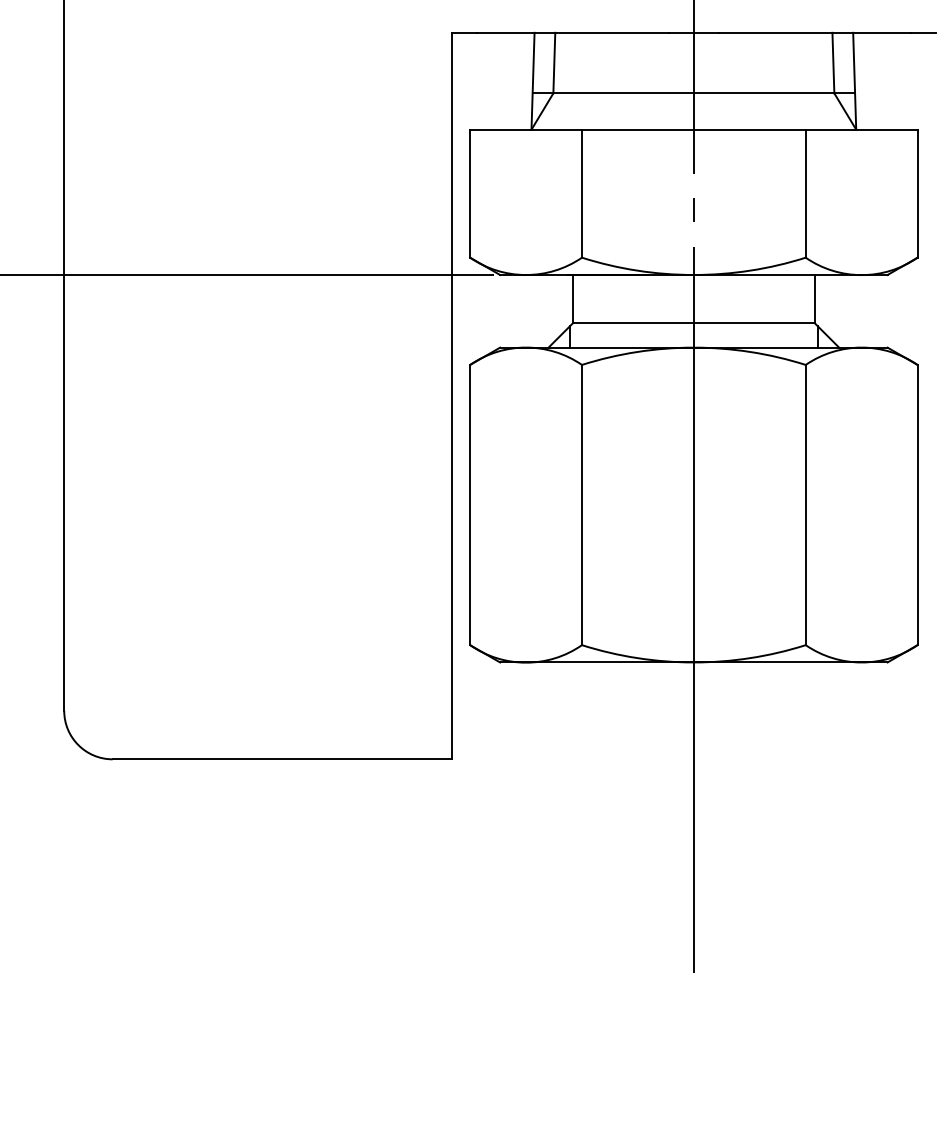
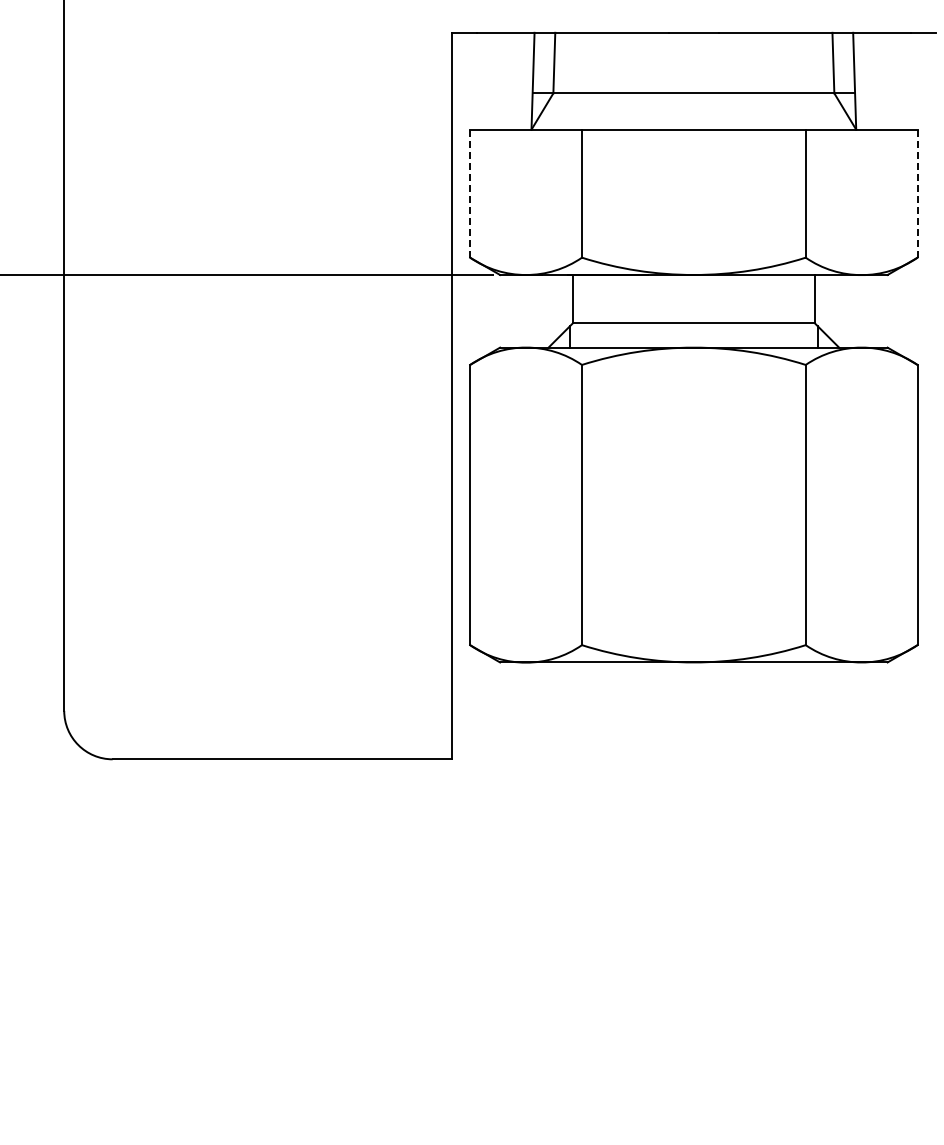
line at (470, 193): solid -> dashed
line at (917, 193): solid -> dashed
line at (693, 487): present -> none
